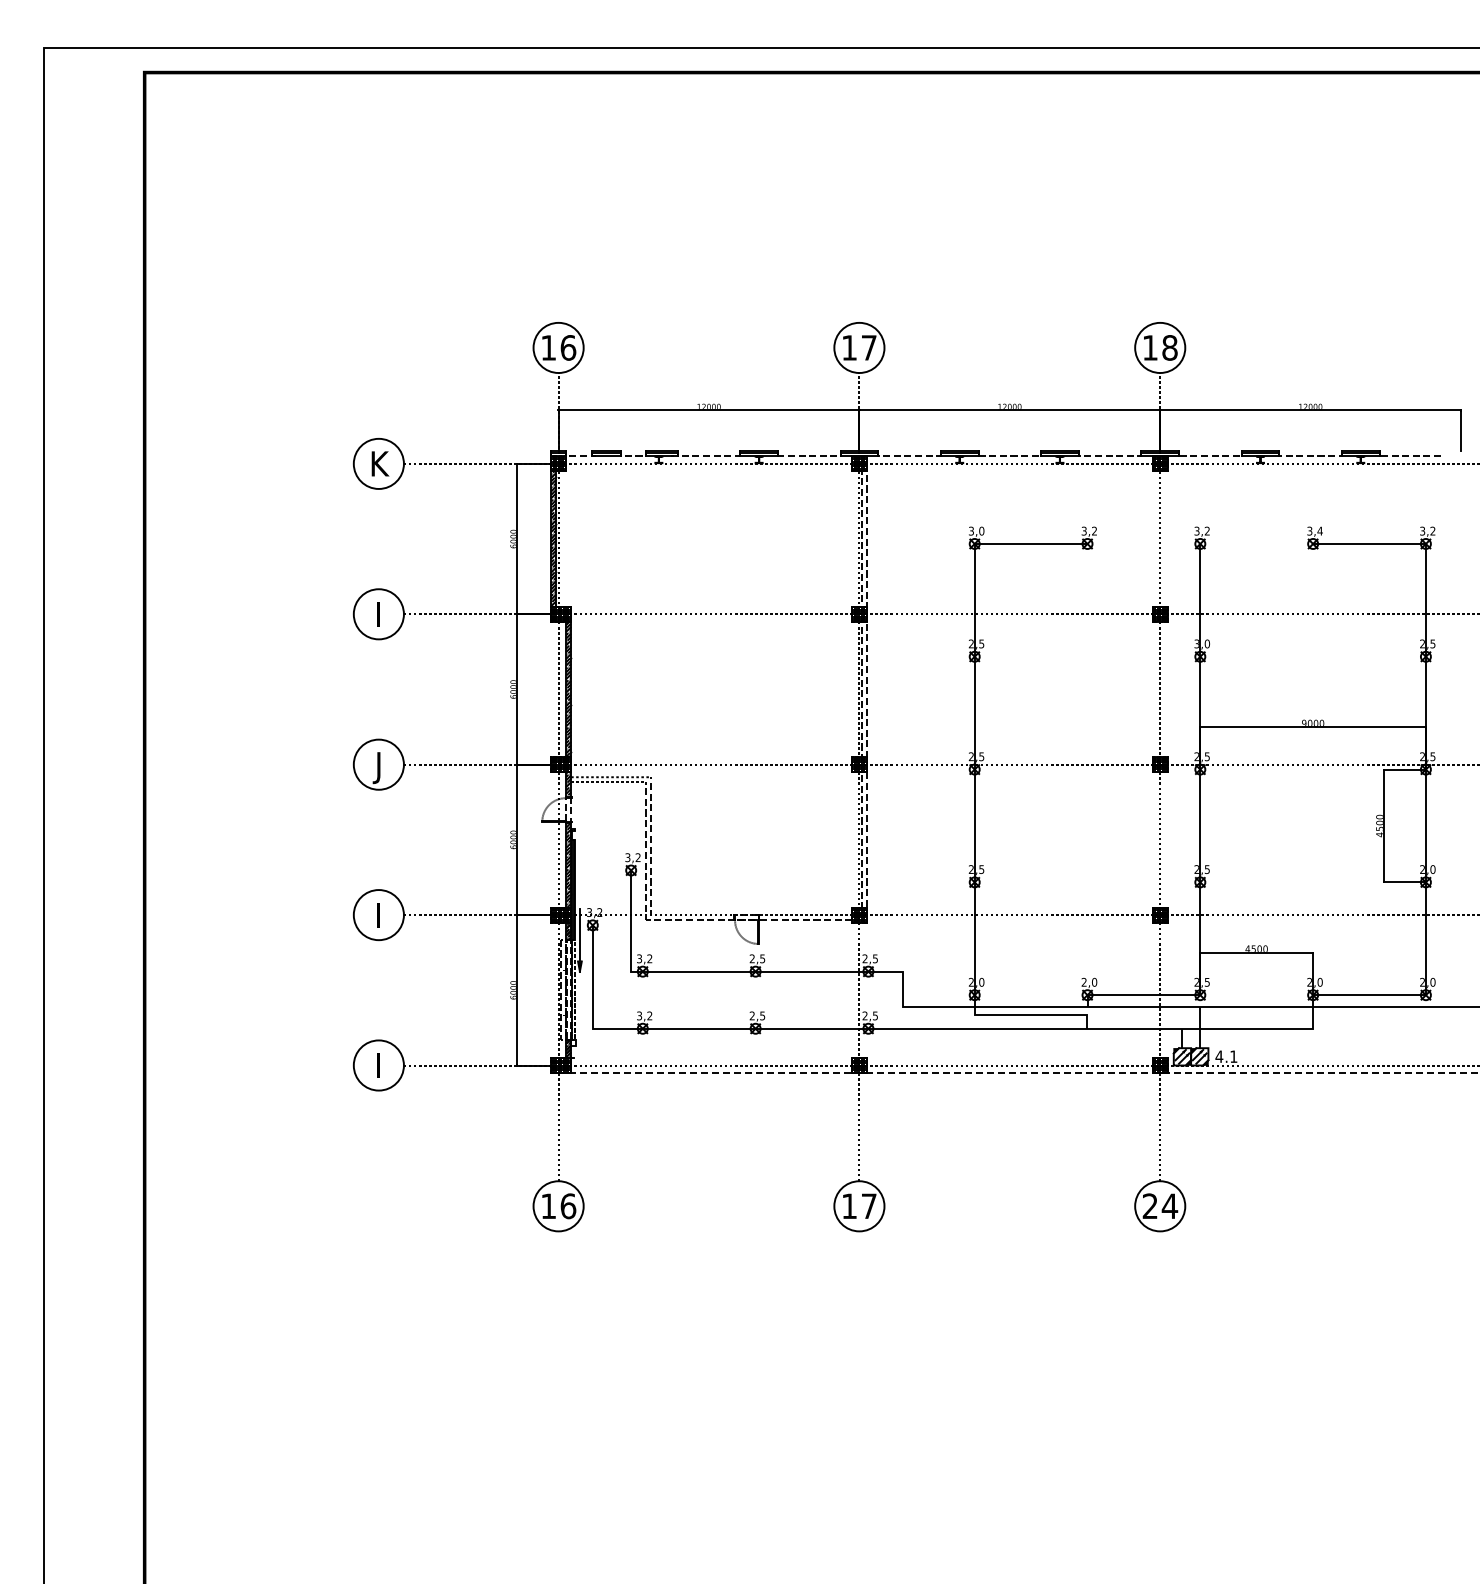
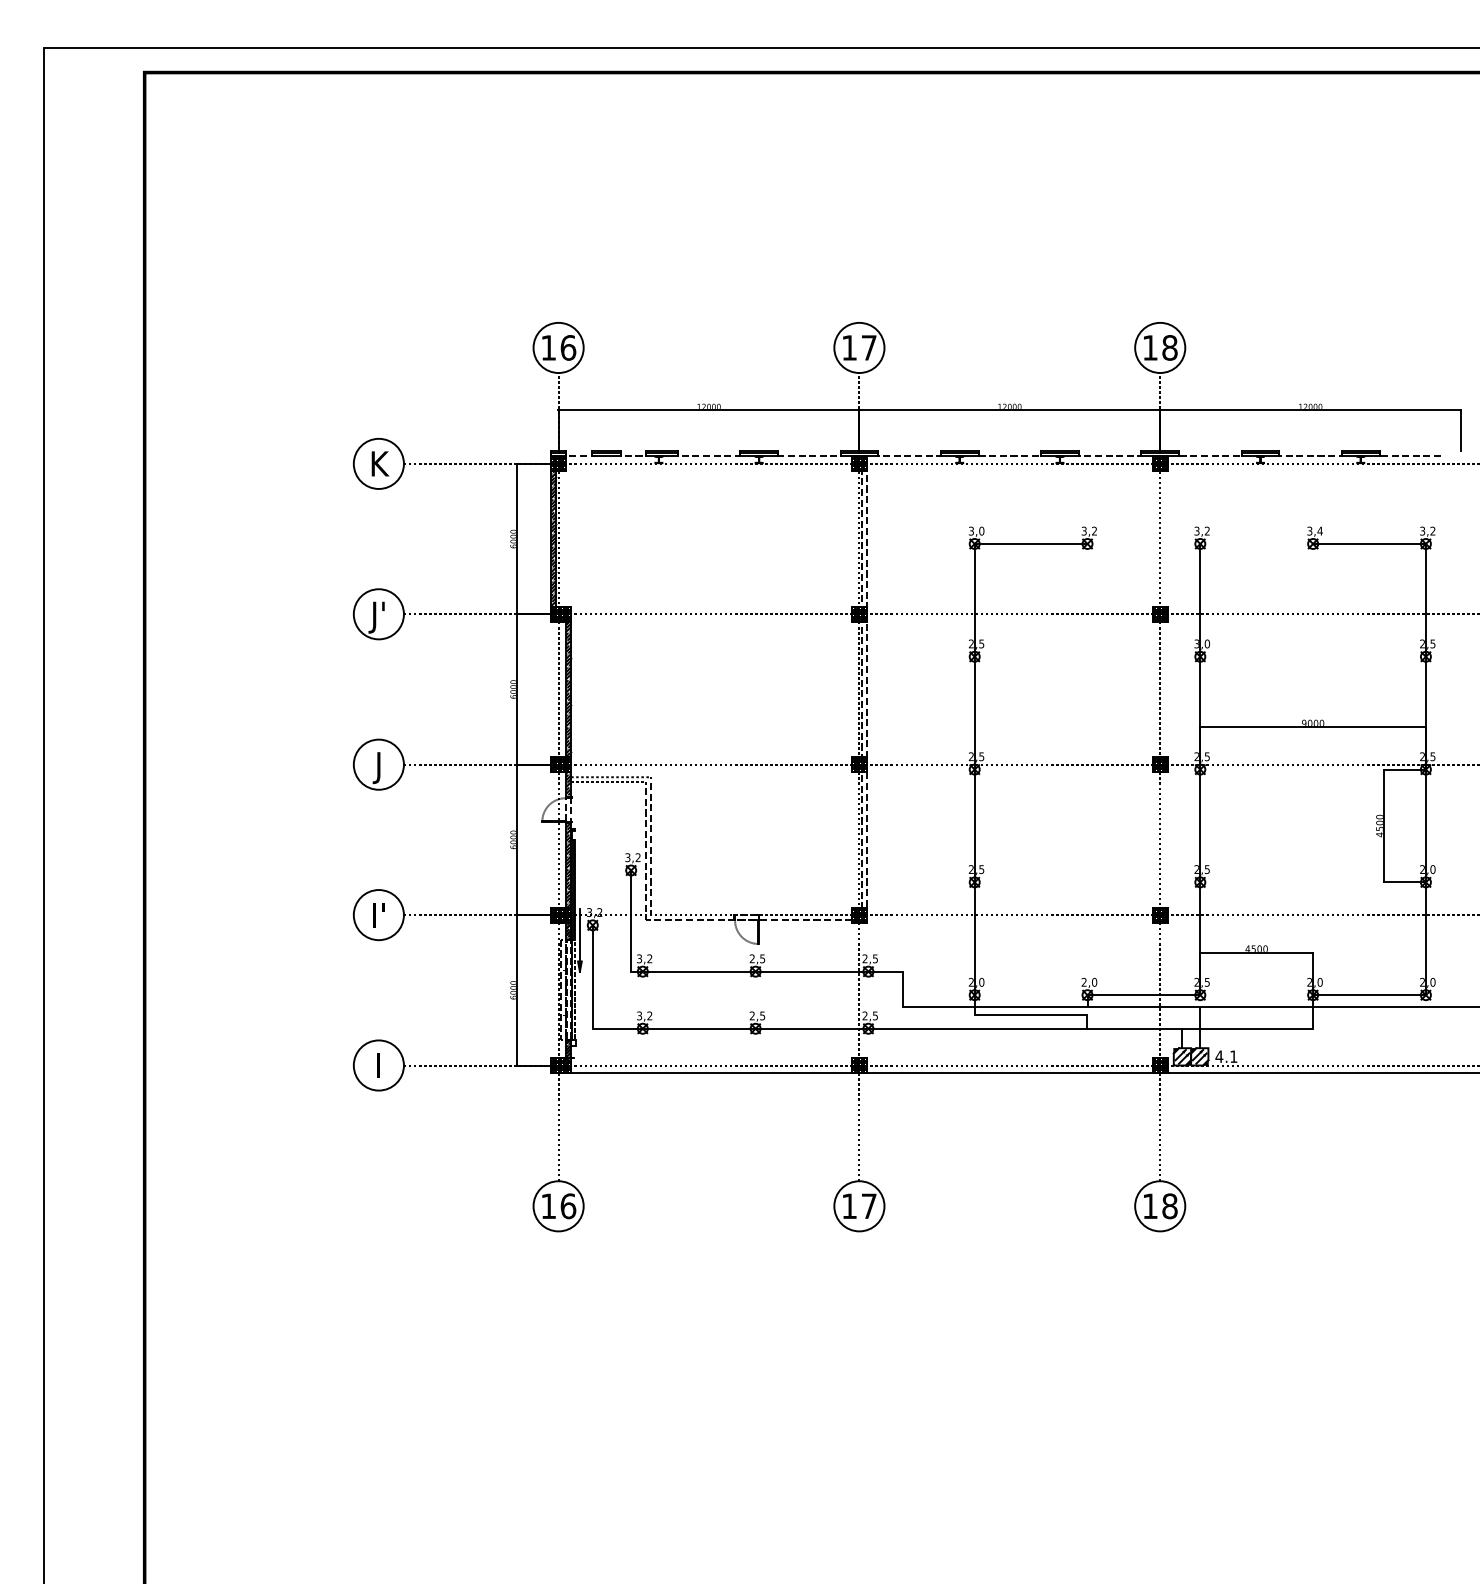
text at (376, 617): I -> J'
text at (378, 915): I -> I'
line at (1023, 1073): dashed -> solid
text at (1160, 1206): 24 -> 18
